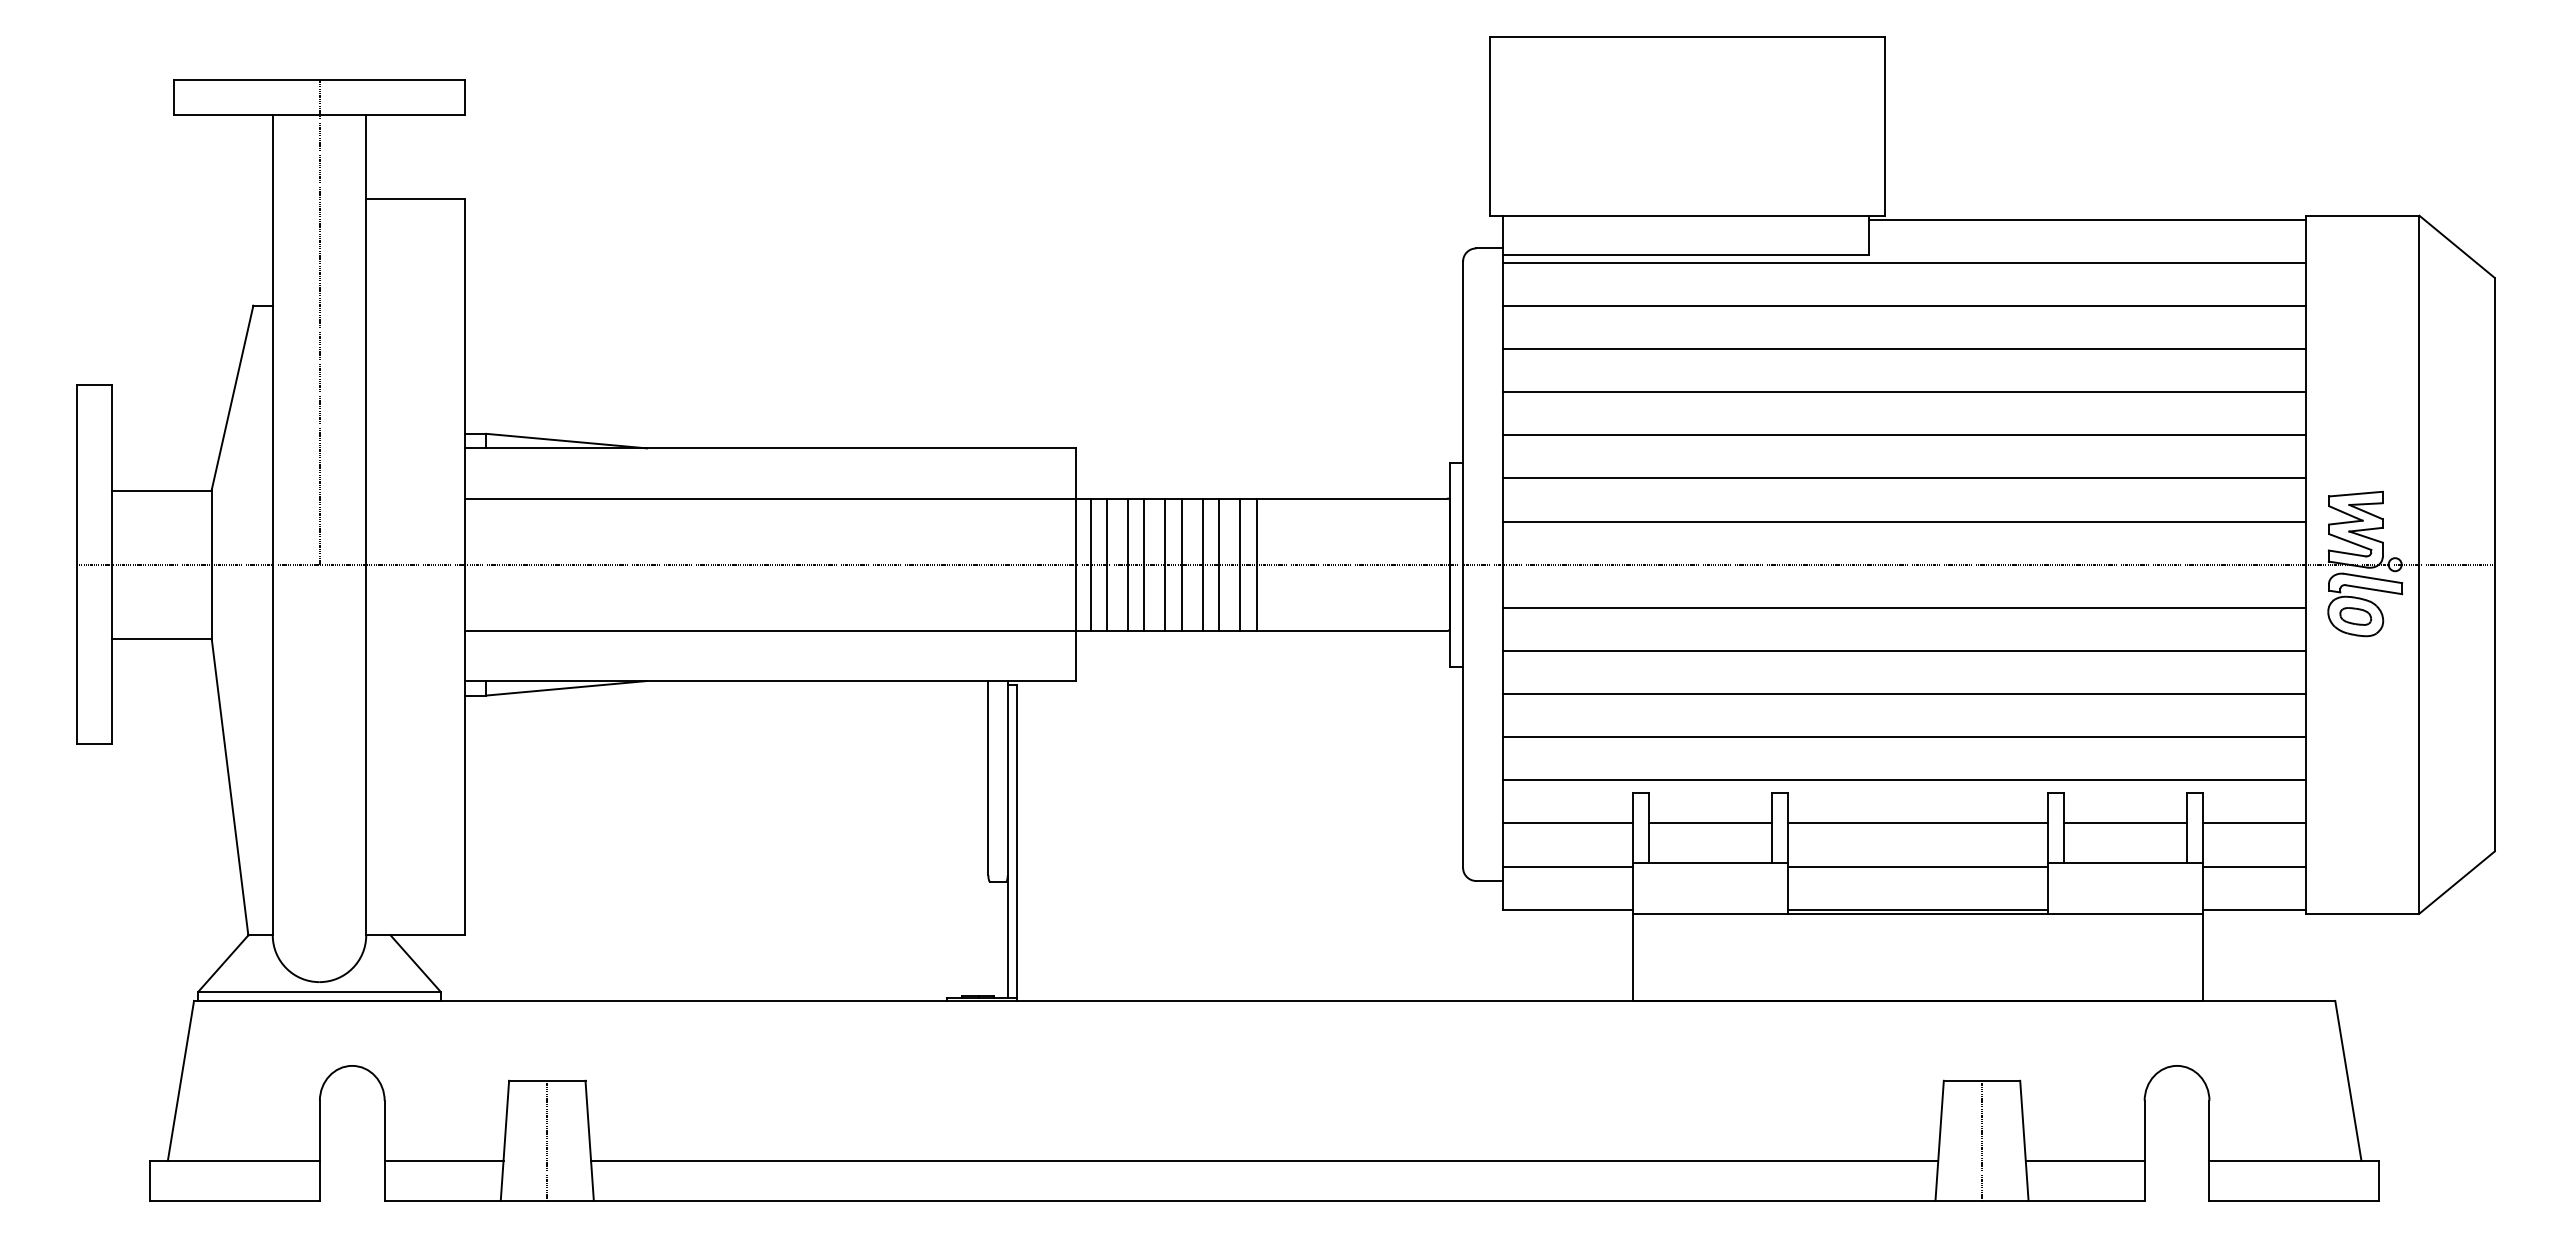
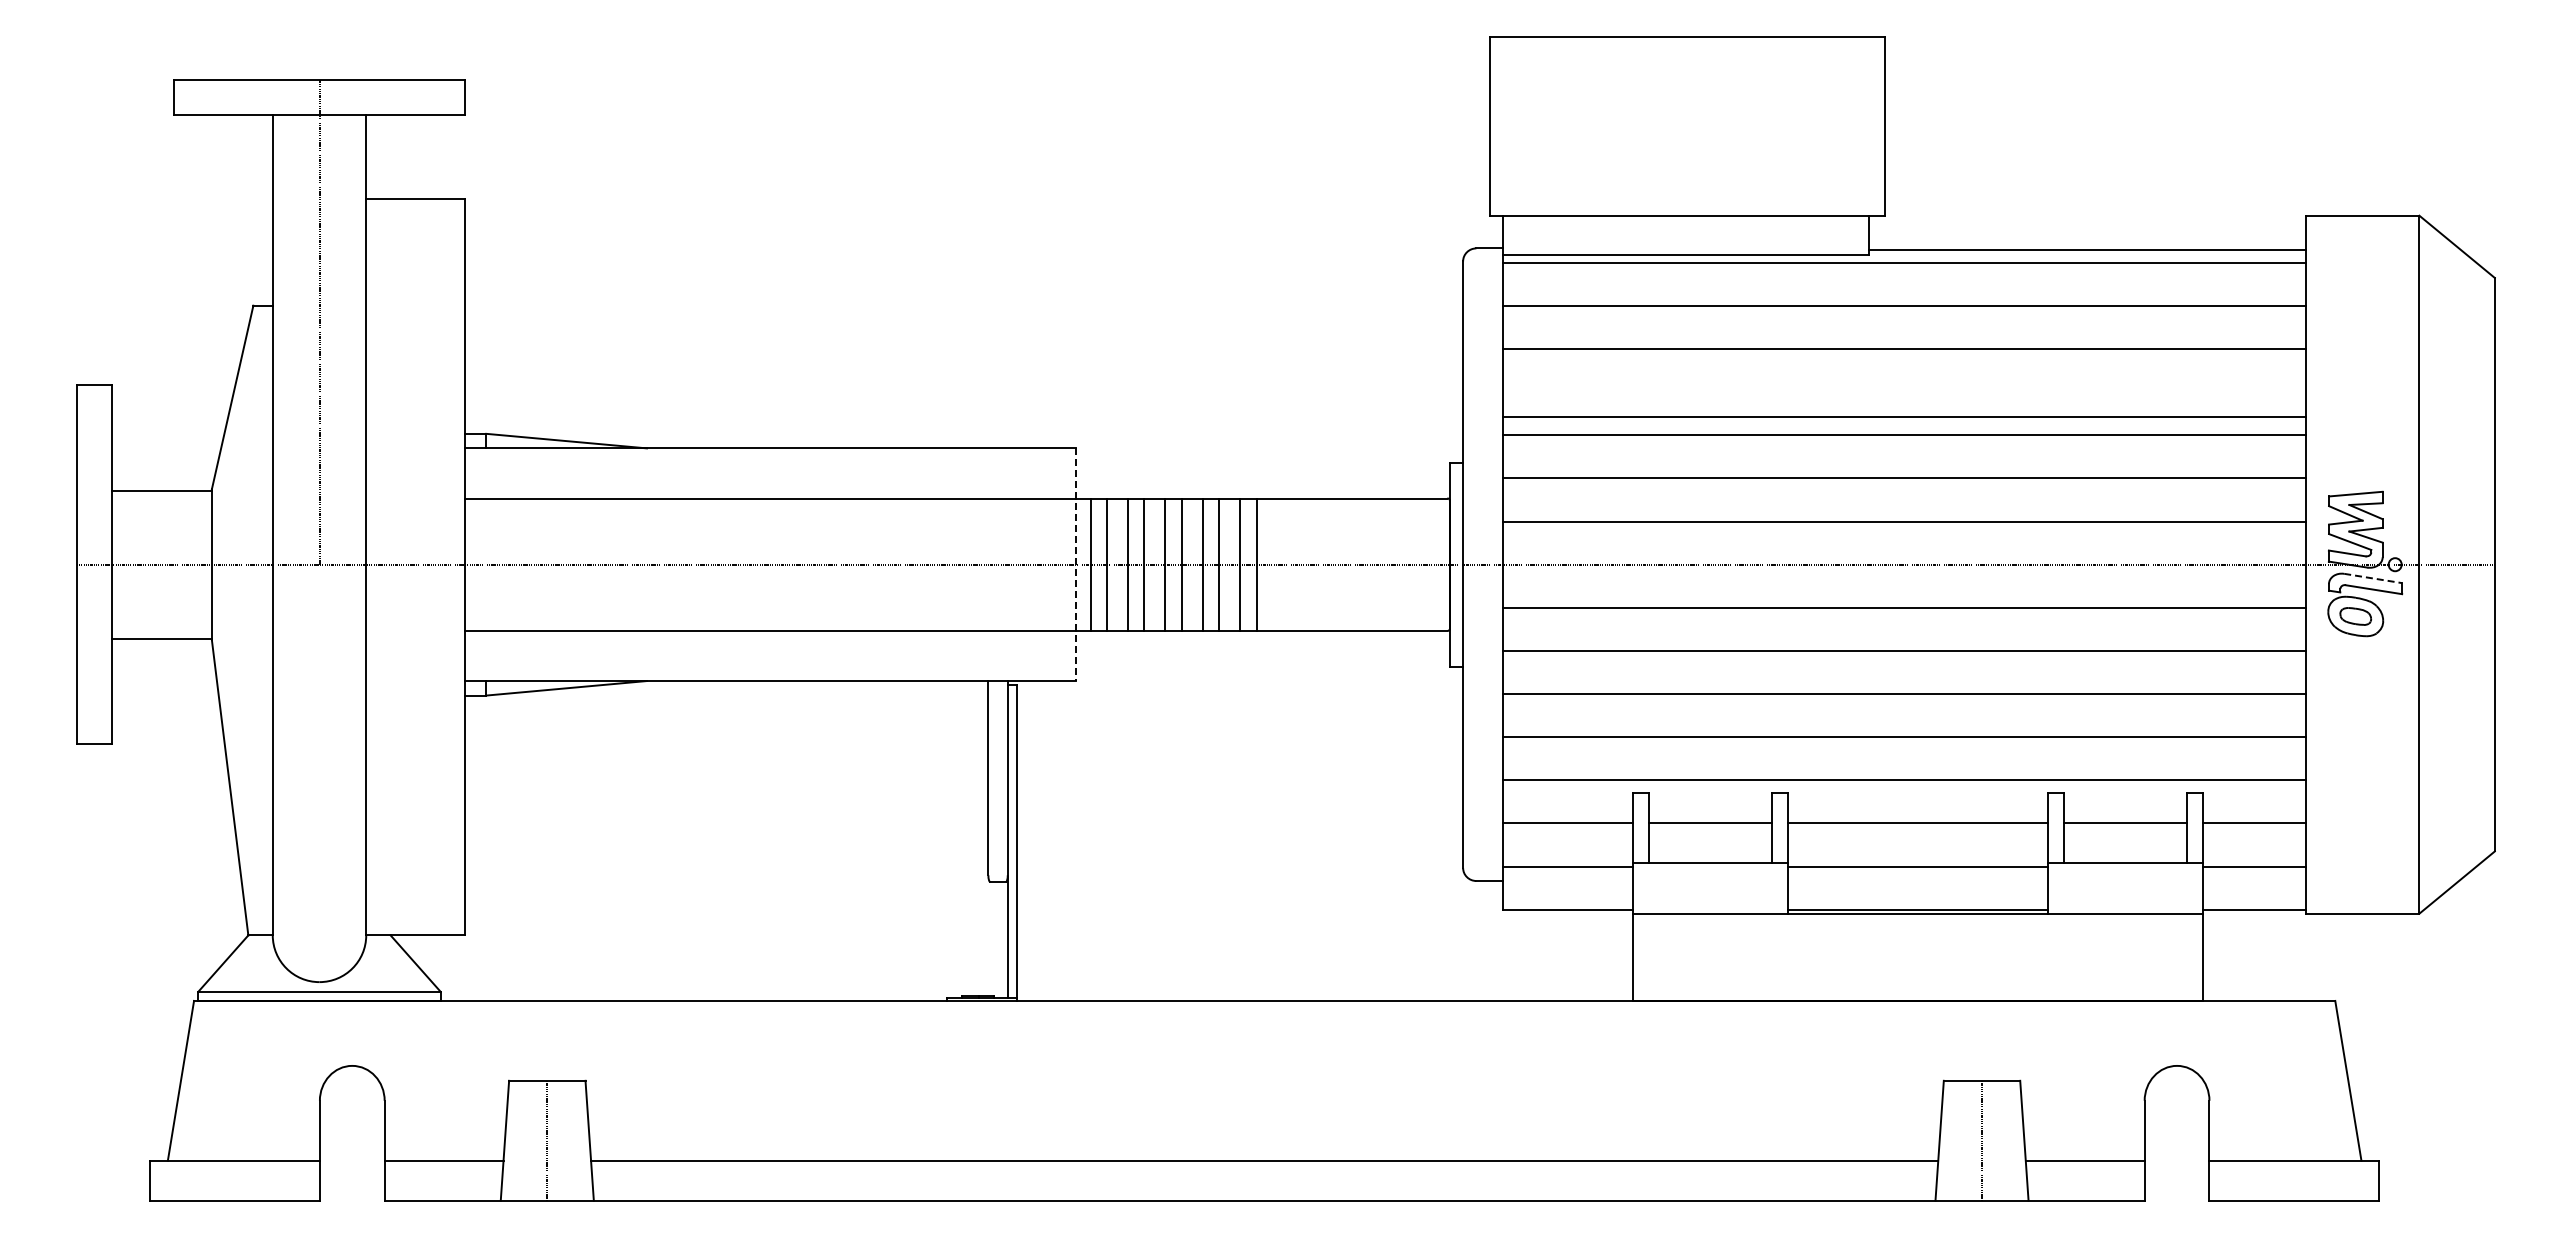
line at (2087, 219) position: (2087, 219) -> (2087, 249)
line at (1904, 392) position: (1904, 392) -> (1904, 417)
line at (1075, 565): solid -> dashed
line at (2373, 578): solid -> dashed
